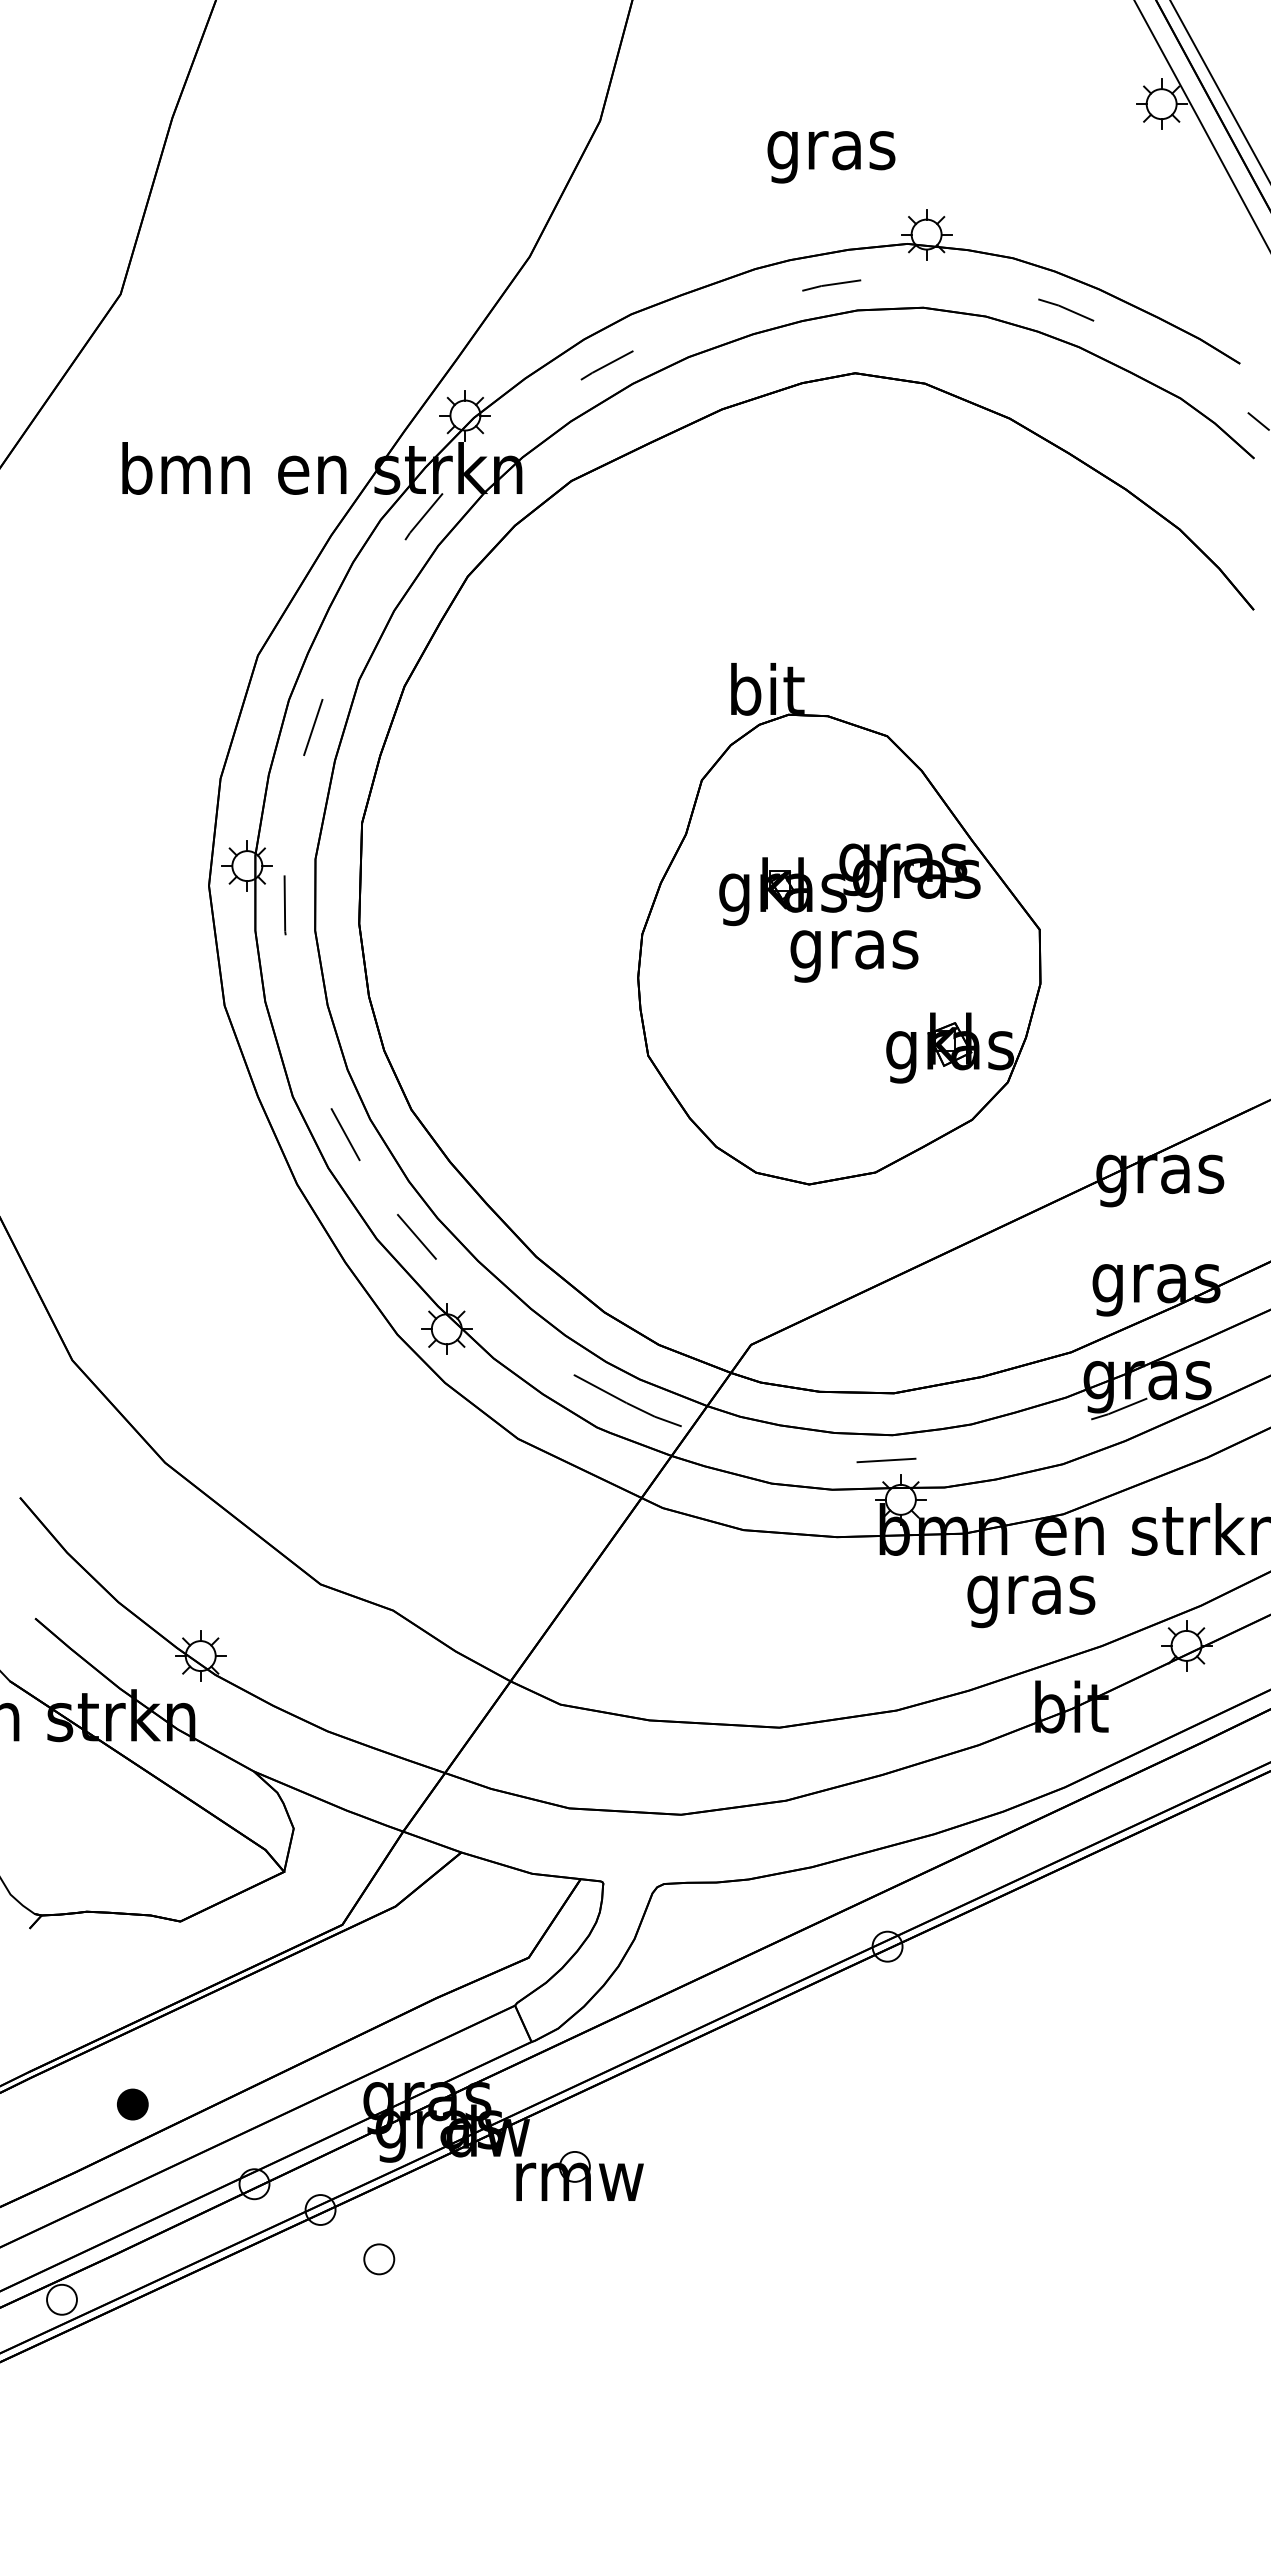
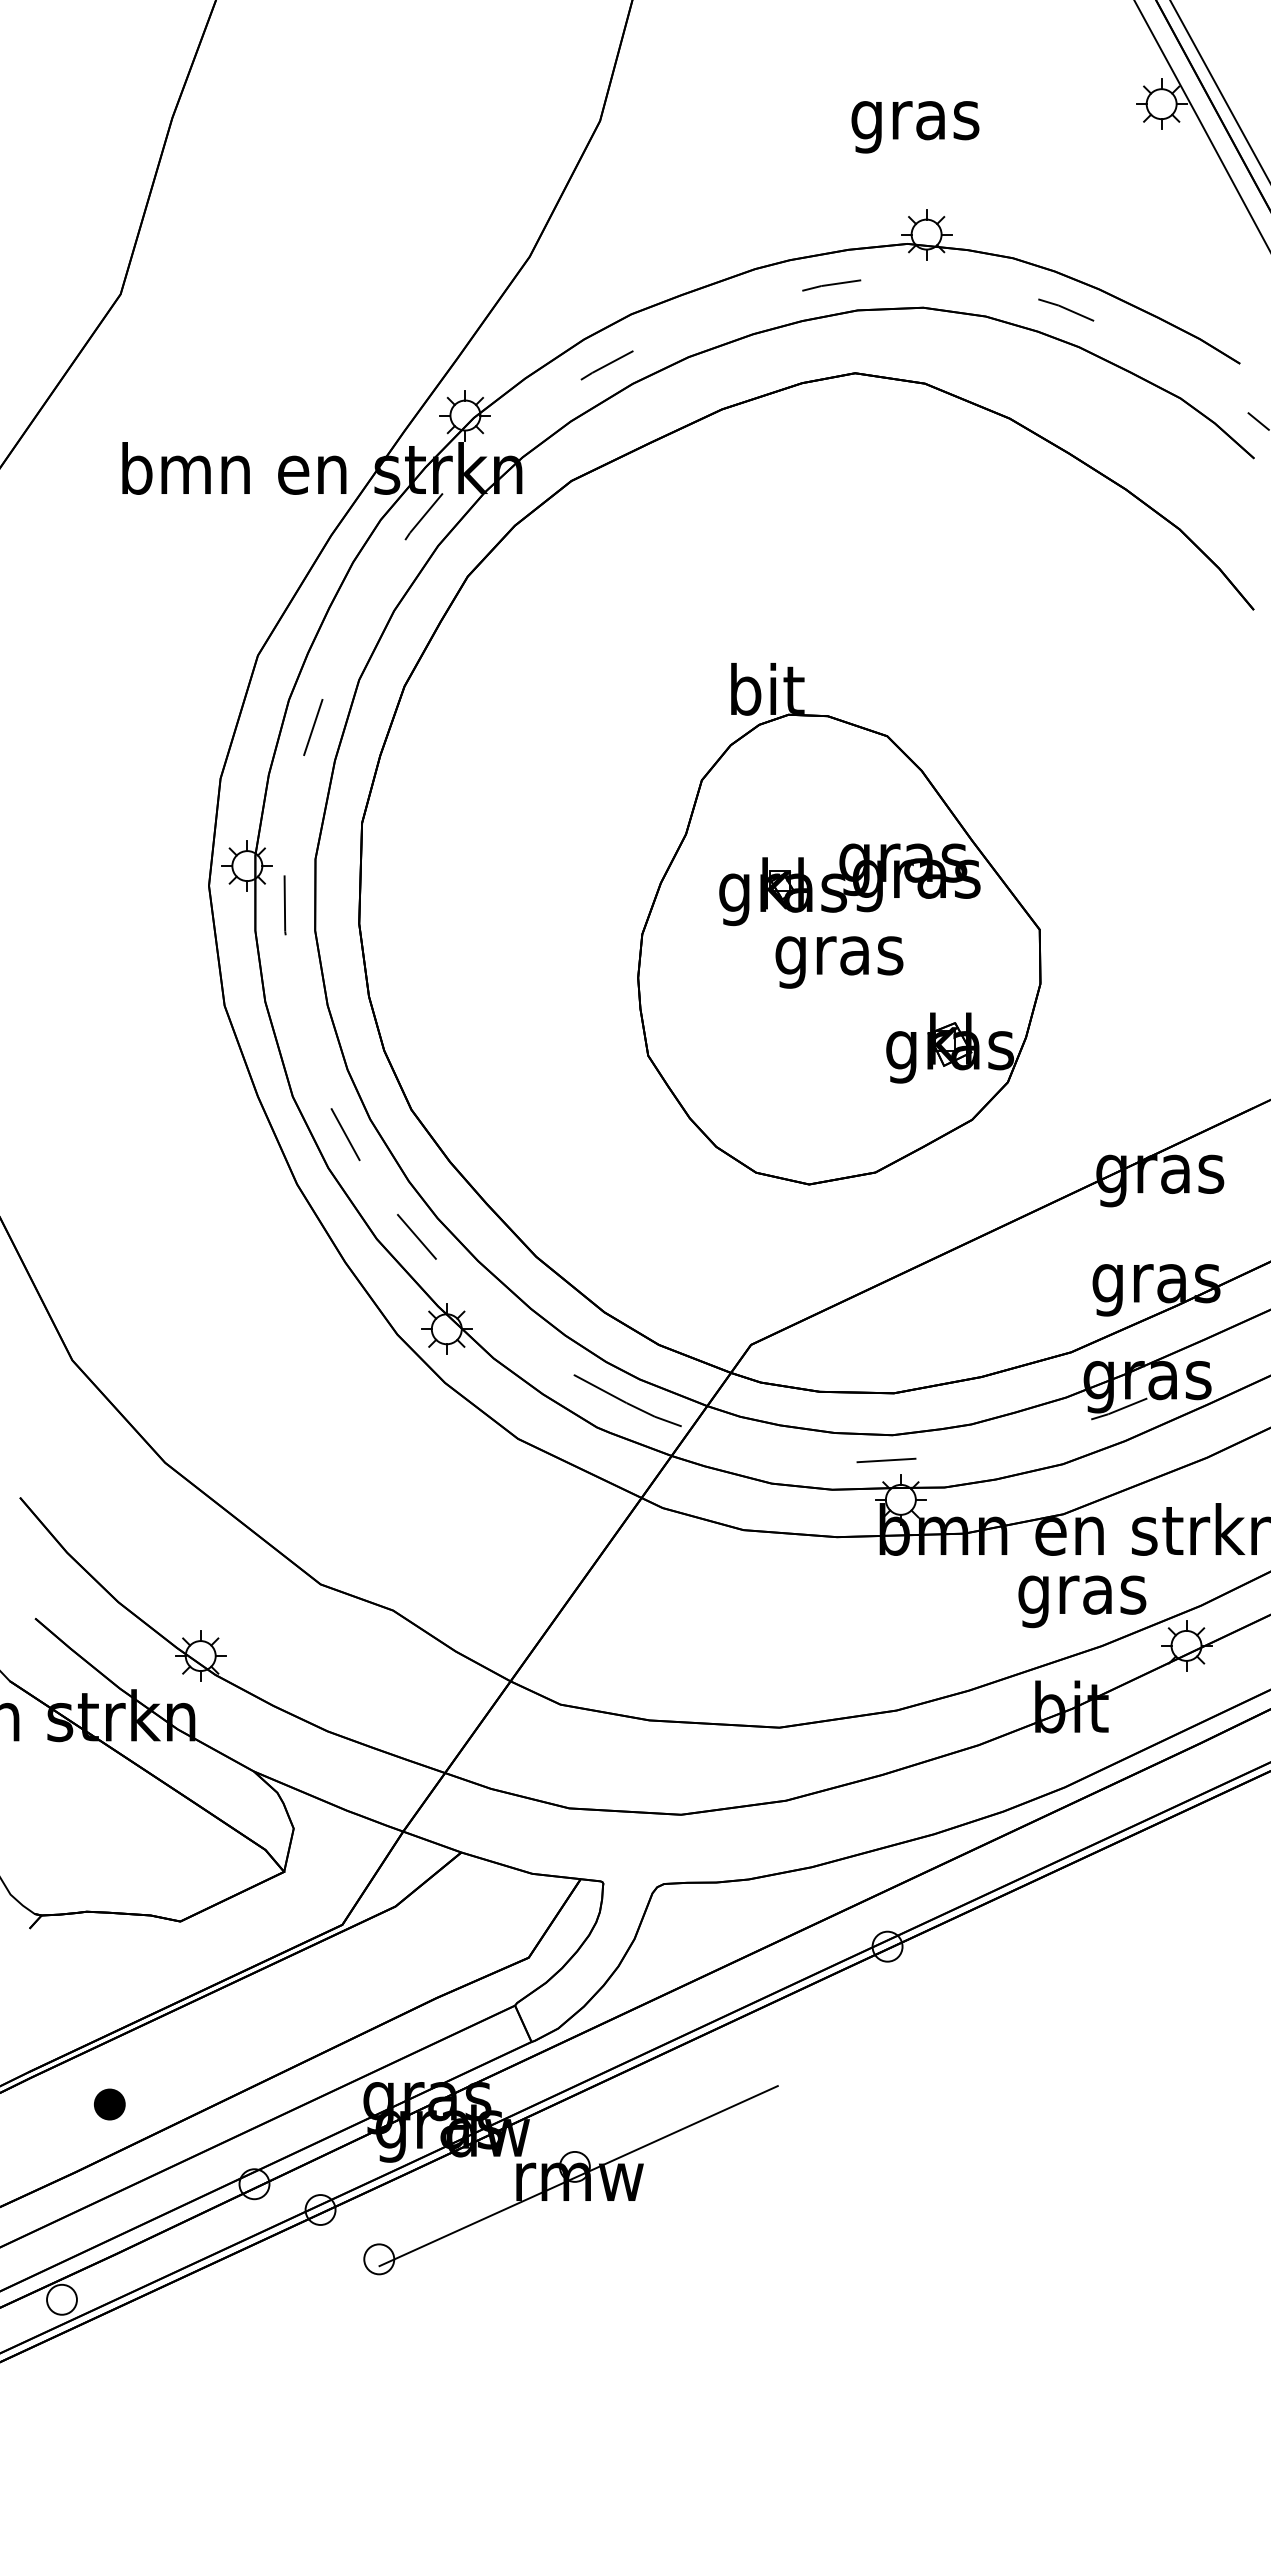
text at (831, 157) position: (831, 157) -> (915, 127)
text at (854, 956) position: (854, 956) -> (839, 962)
text at (1031, 1601) position: (1031, 1601) -> (1082, 1601)
part at (132, 2104) position: (132, 2104) -> (109, 2104)
line at (578, 2176): none -> present
